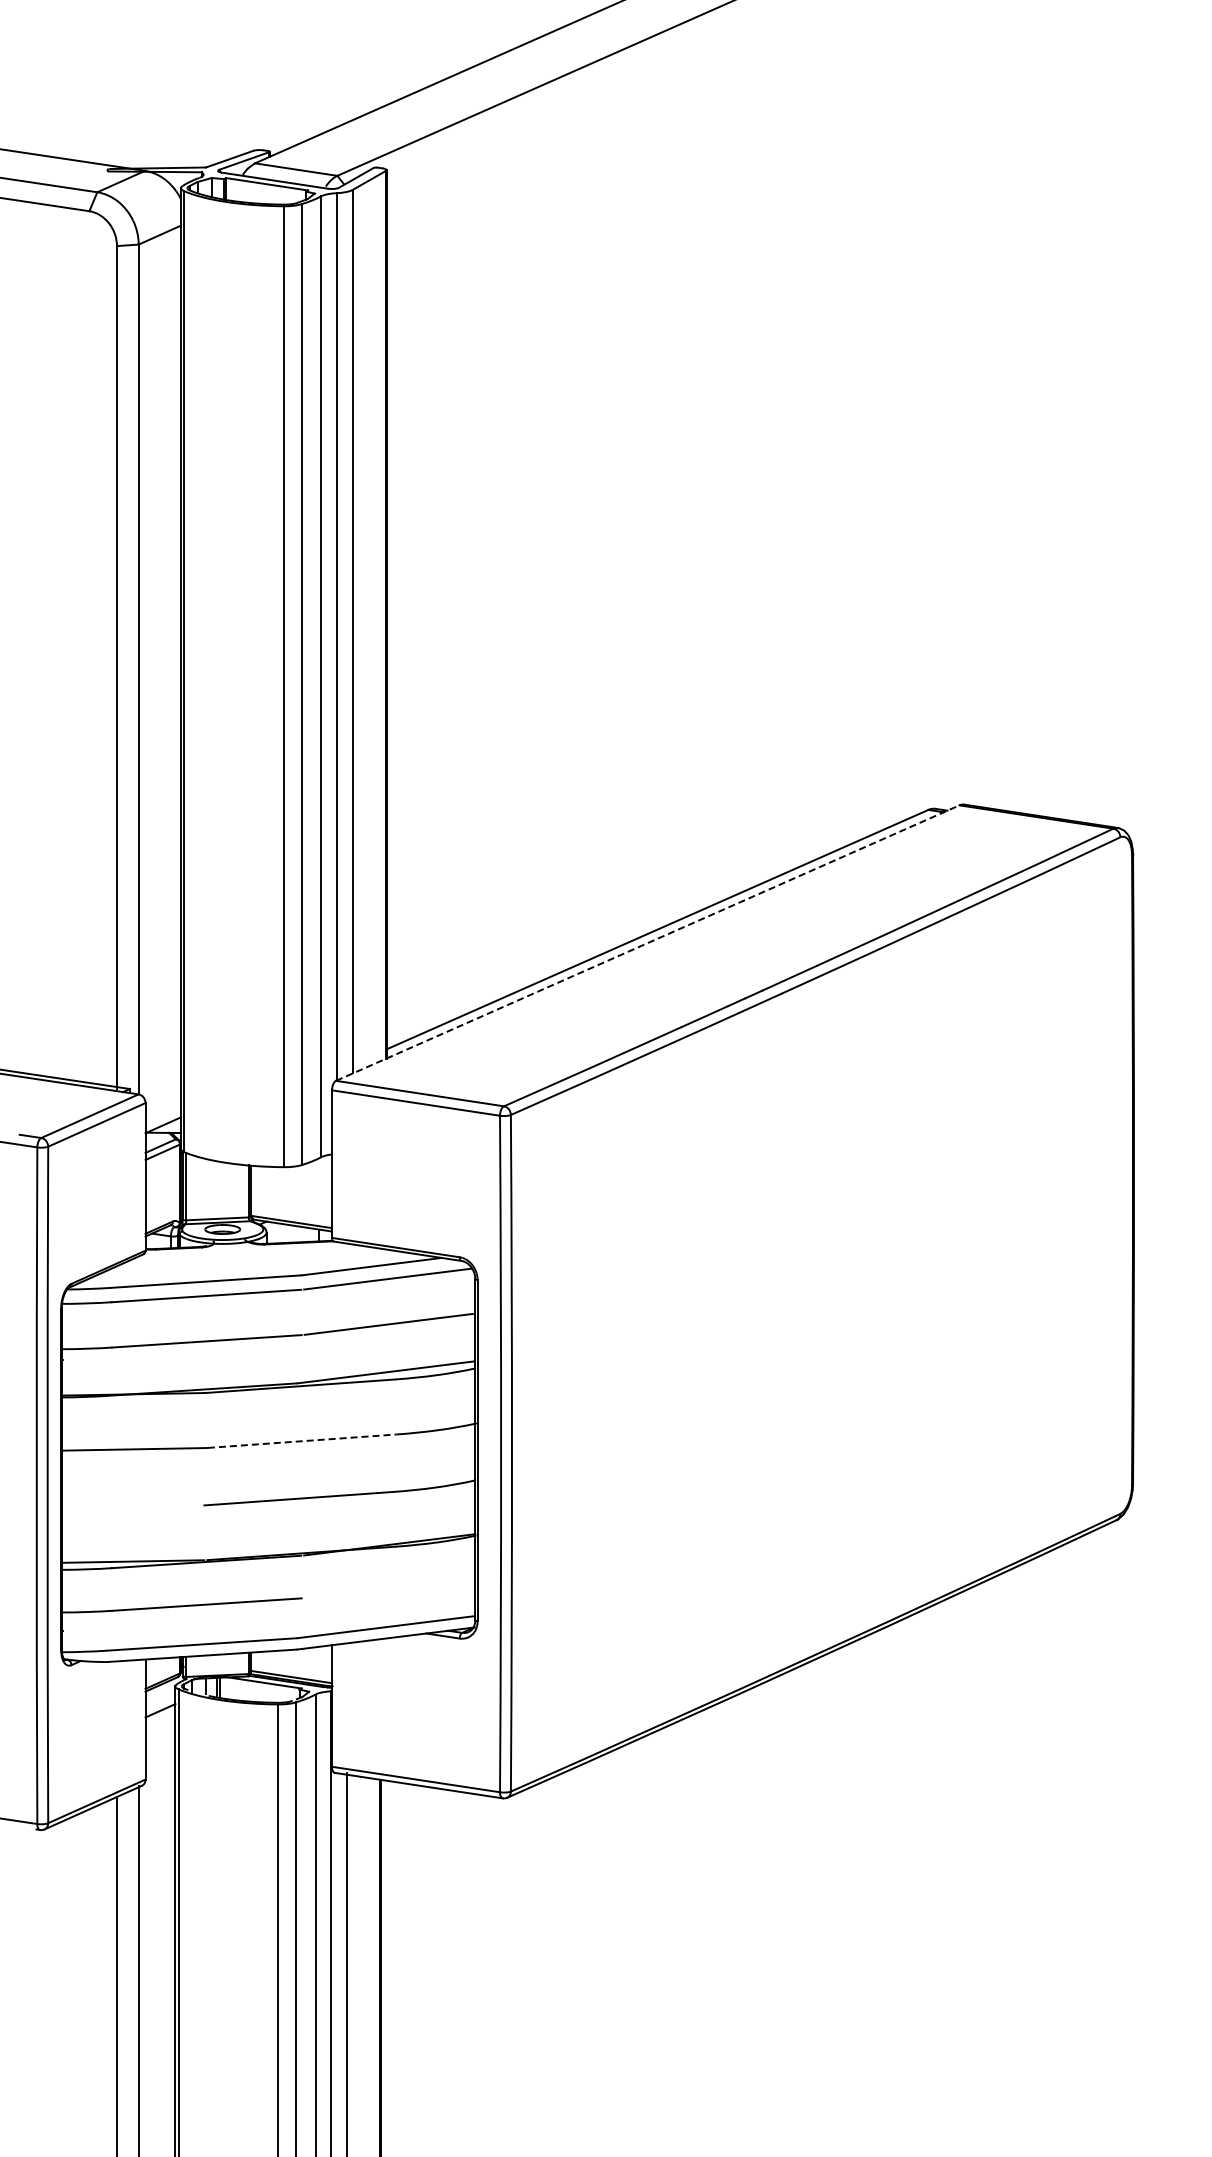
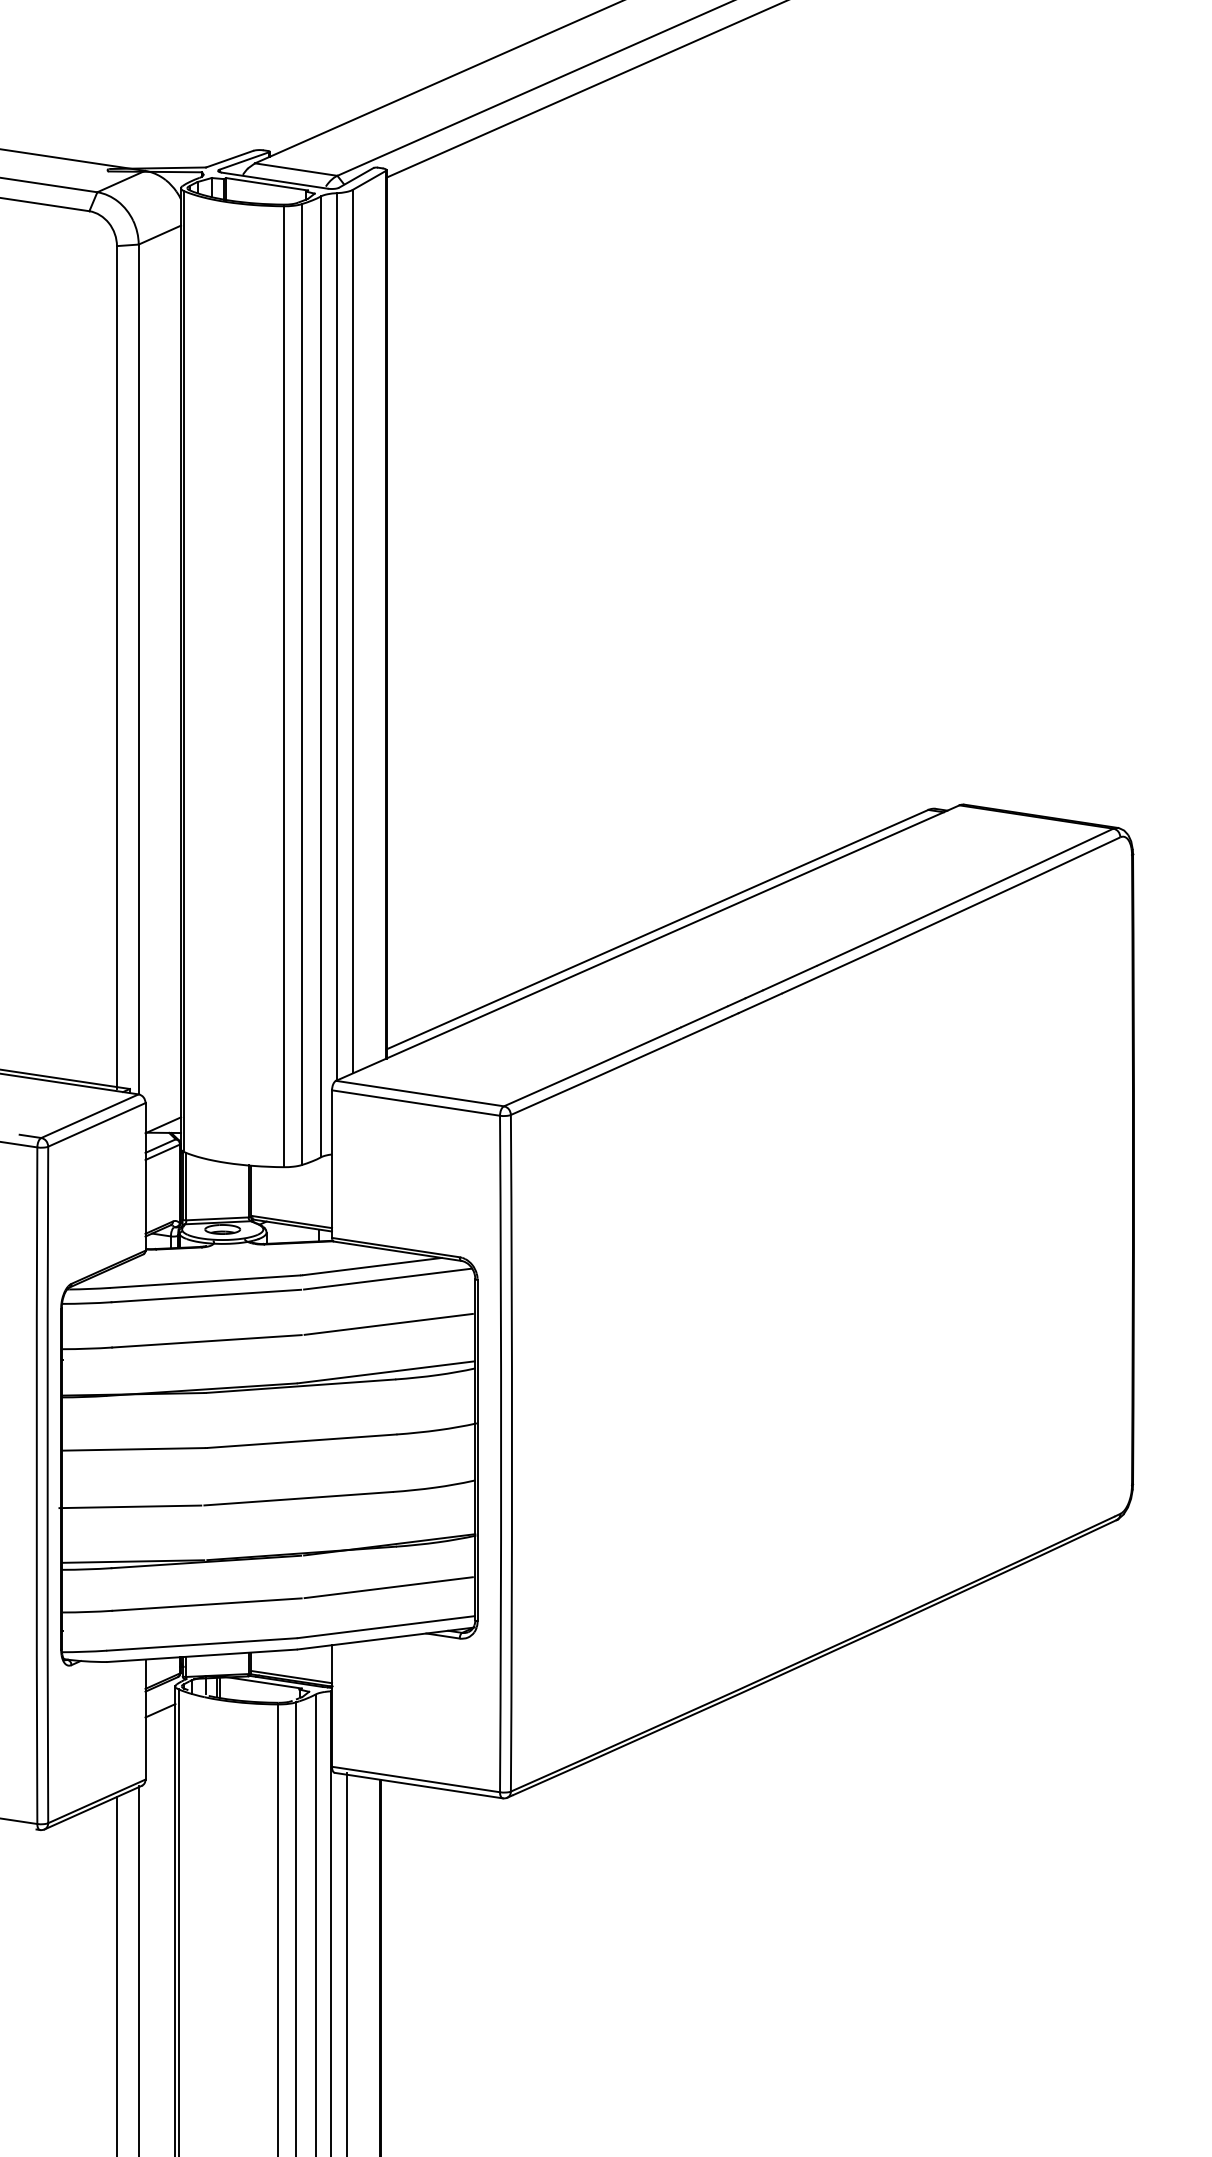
line at (584, 89): none -> present
line at (647, 943): dashed -> solid
line at (302, 1441): dashed -> solid
line at (130, 1506): none -> present
line at (388, 1587): none -> present
